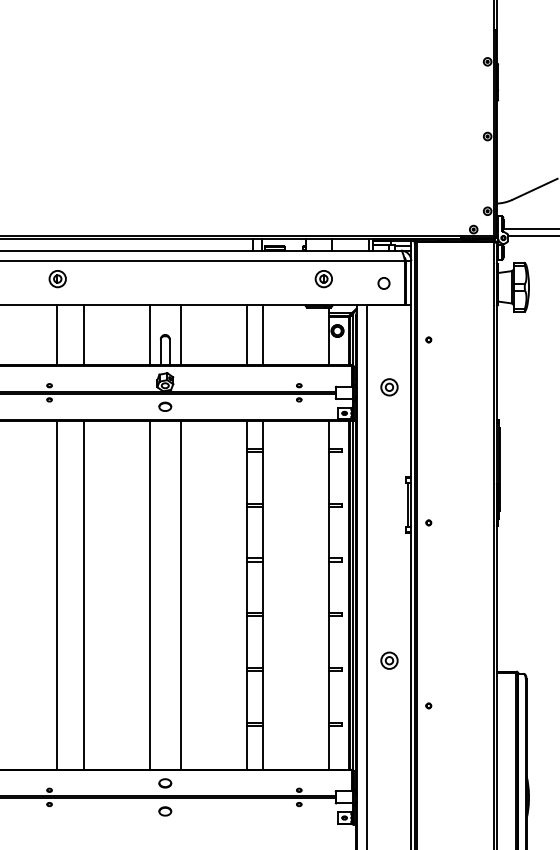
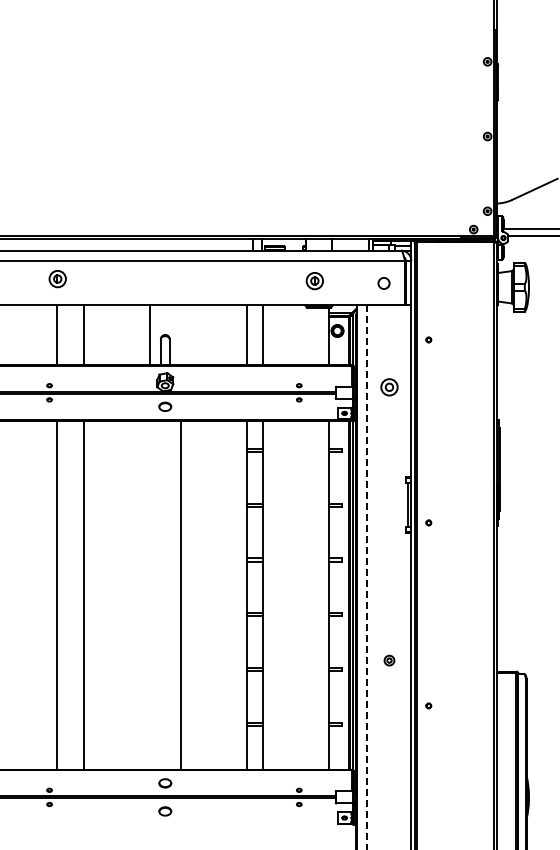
part at (323, 279) position: (323, 279) -> (314, 281)
line at (180, 335): present -> none
line at (367, 578): solid -> dashed
line at (149, 594): present -> none
part at (389, 660) size: 19x19 px -> 13x13 px
